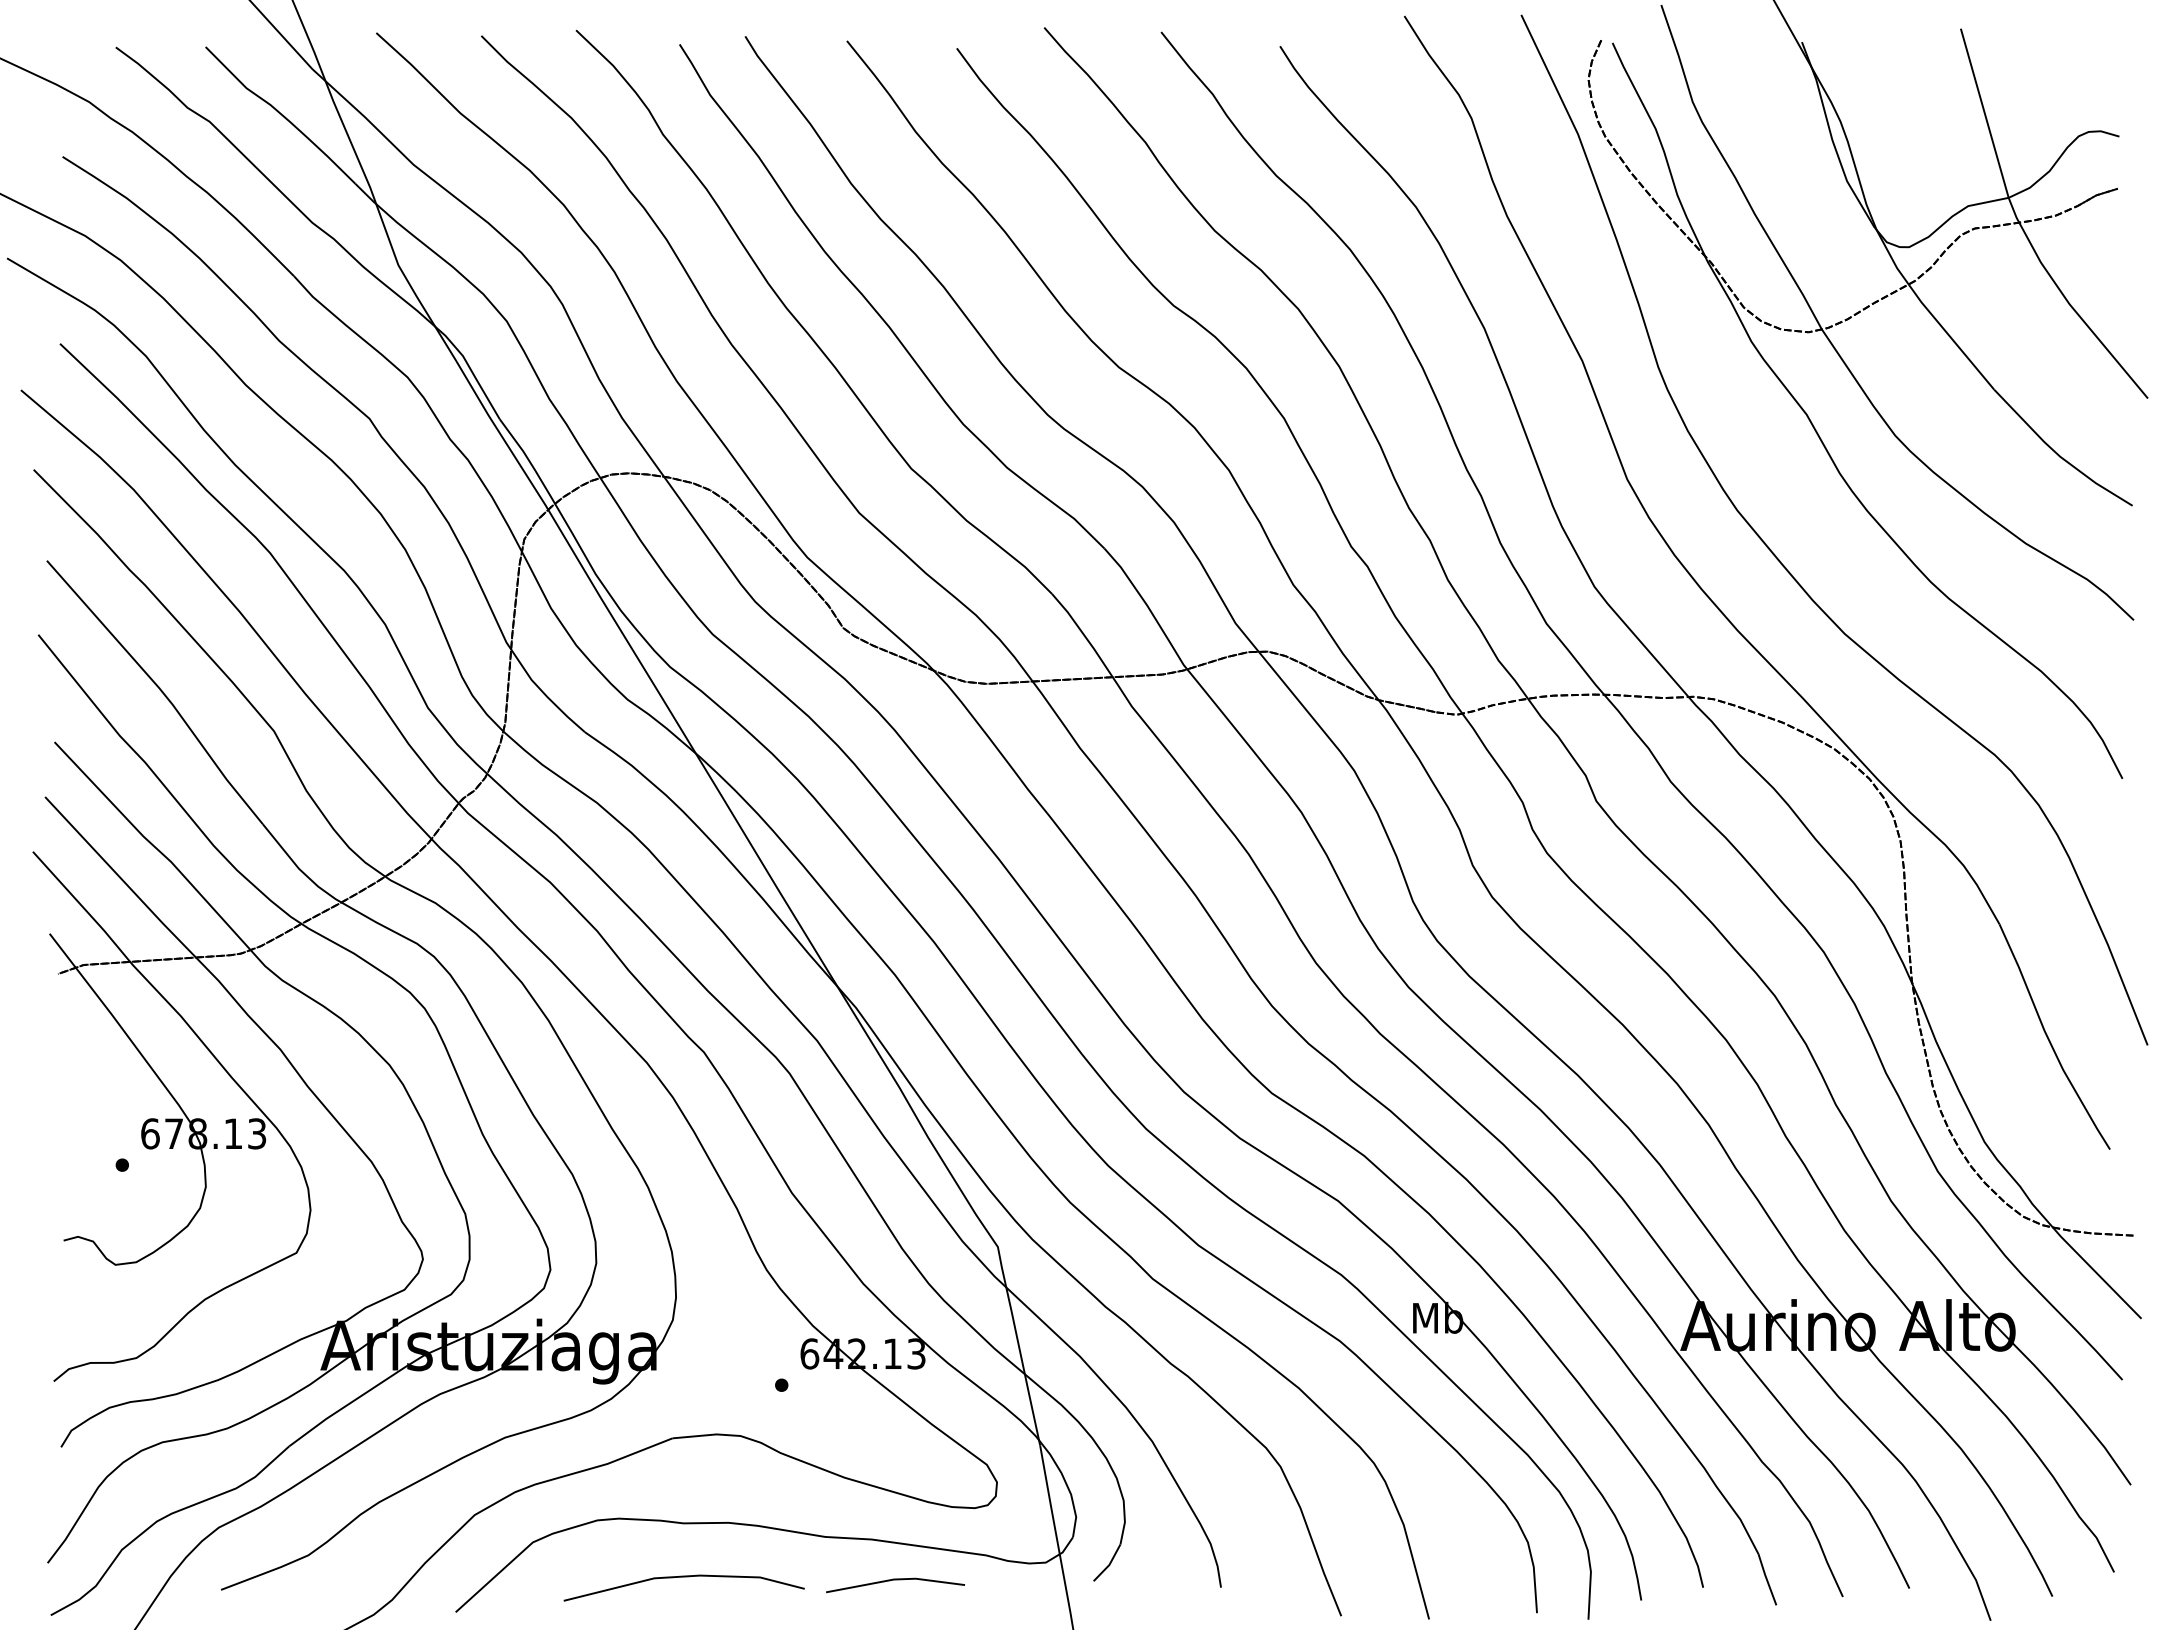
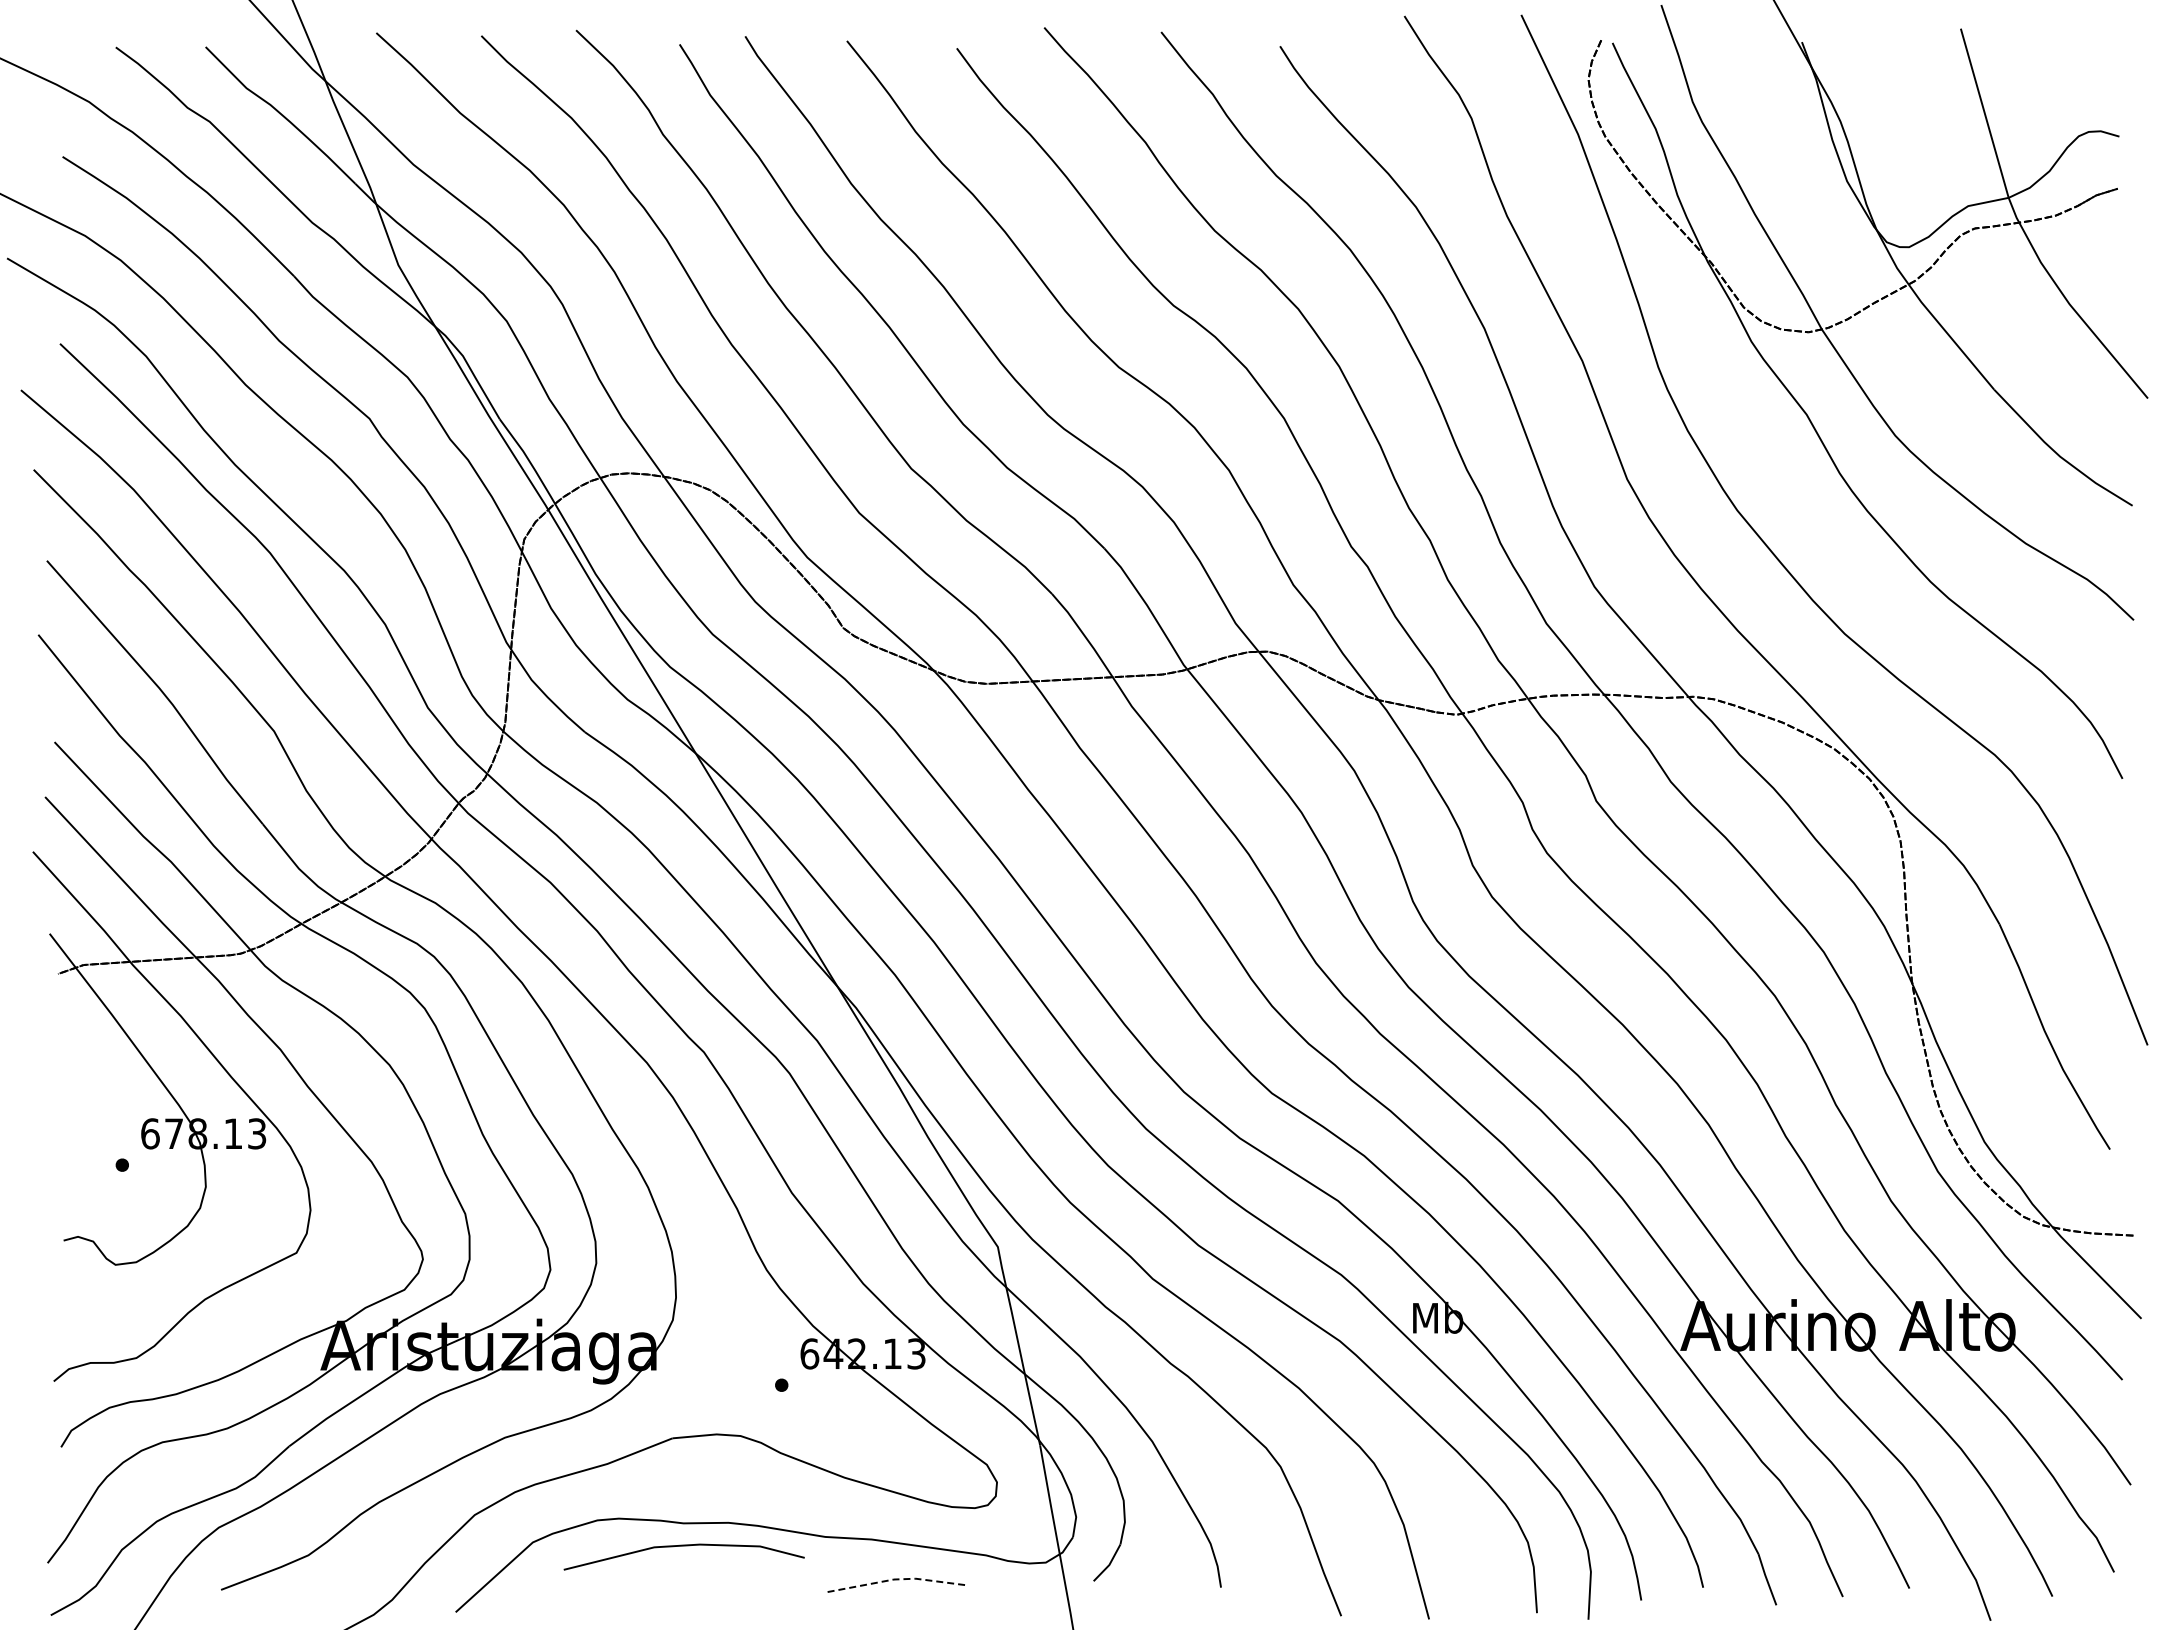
line at (683, 1577) position: (683, 1577) -> (683, 1546)
line at (894, 1579): solid -> dashed
